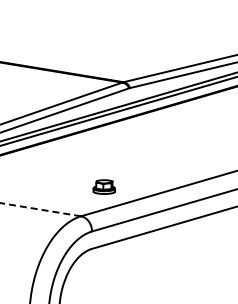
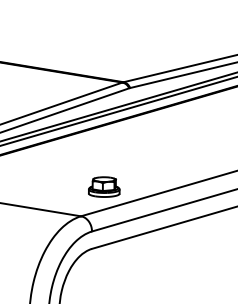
part at (103, 186) size: 24x16 px -> 33x22 px
line at (40, 209): dashed -> solid
